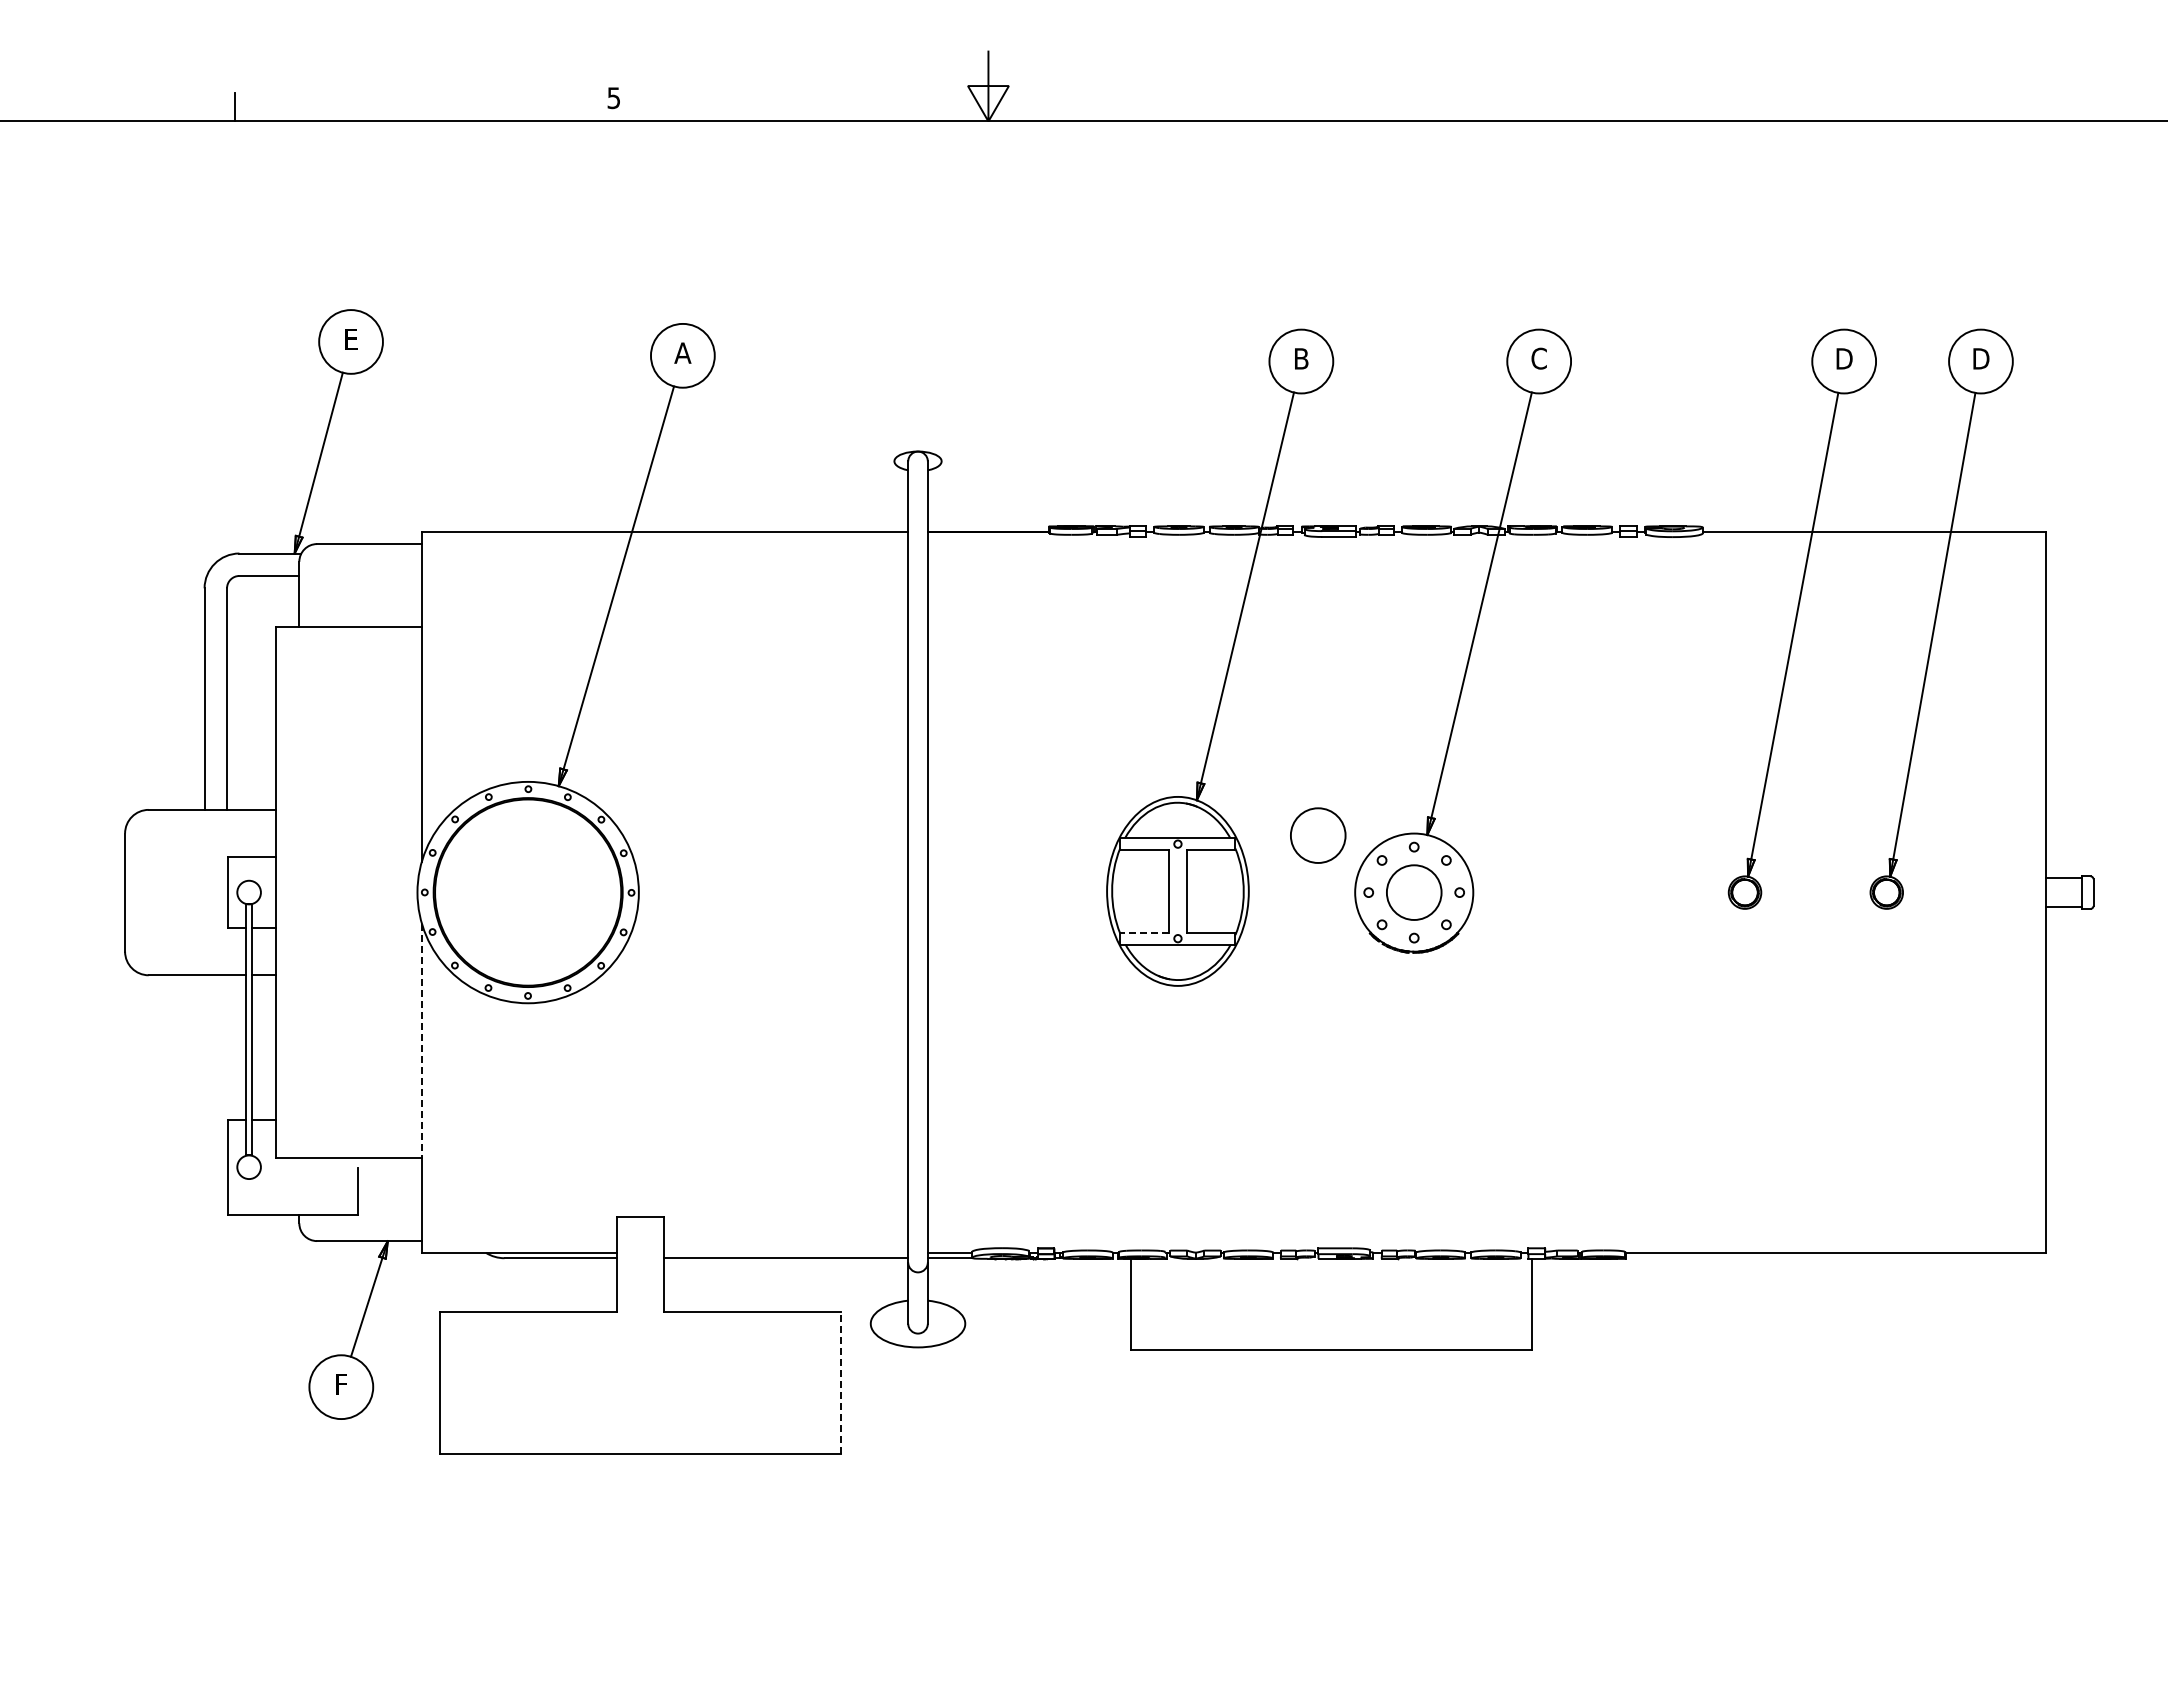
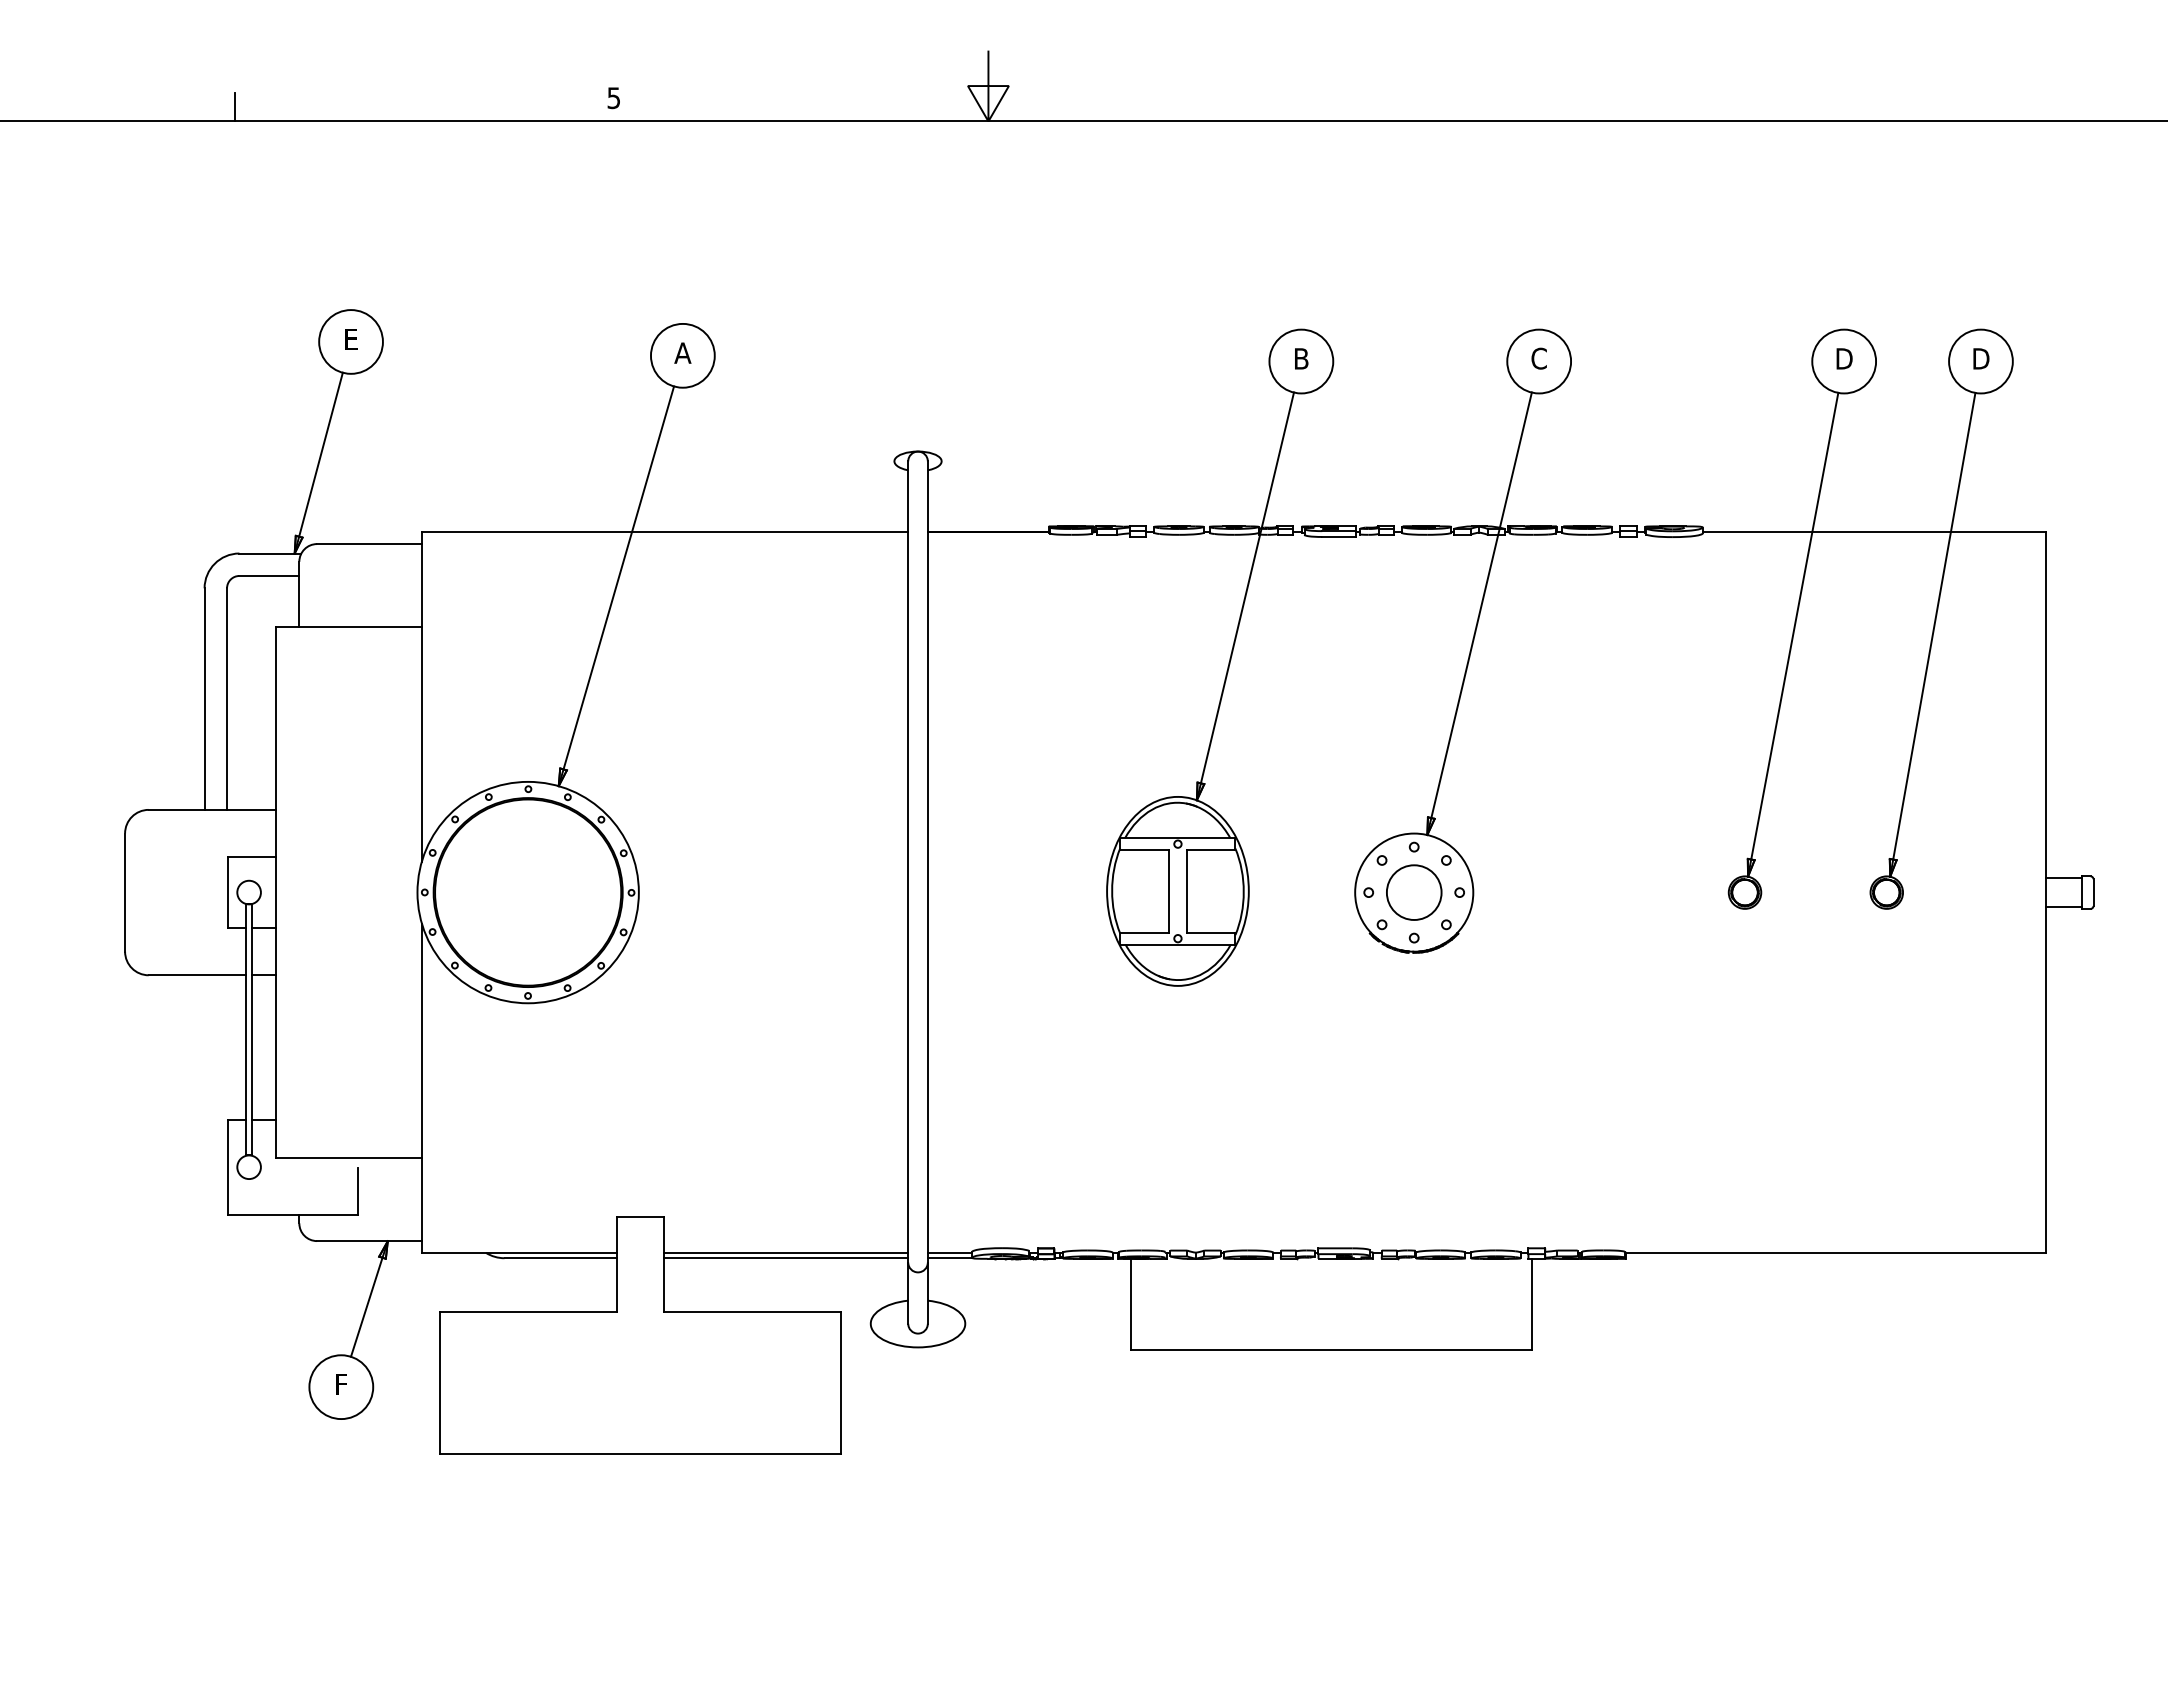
circle at (1318, 835): present -> none
line at (1144, 932): dashed -> solid
line at (421, 1041): dashed -> solid
line at (786, 1252): none -> present
line at (841, 1382): dashed -> solid
